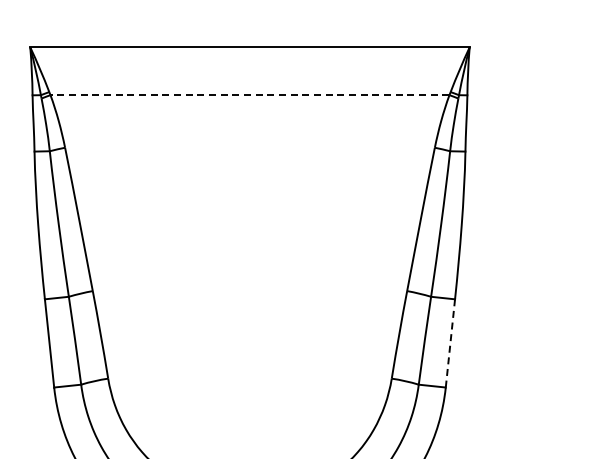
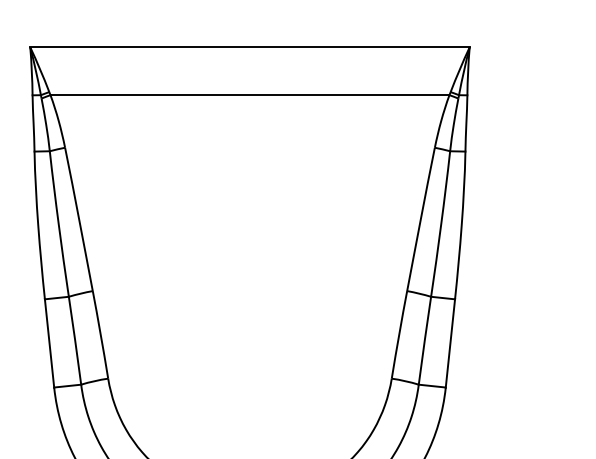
line at (249, 95): dashed -> solid
line at (450, 343): dashed -> solid
